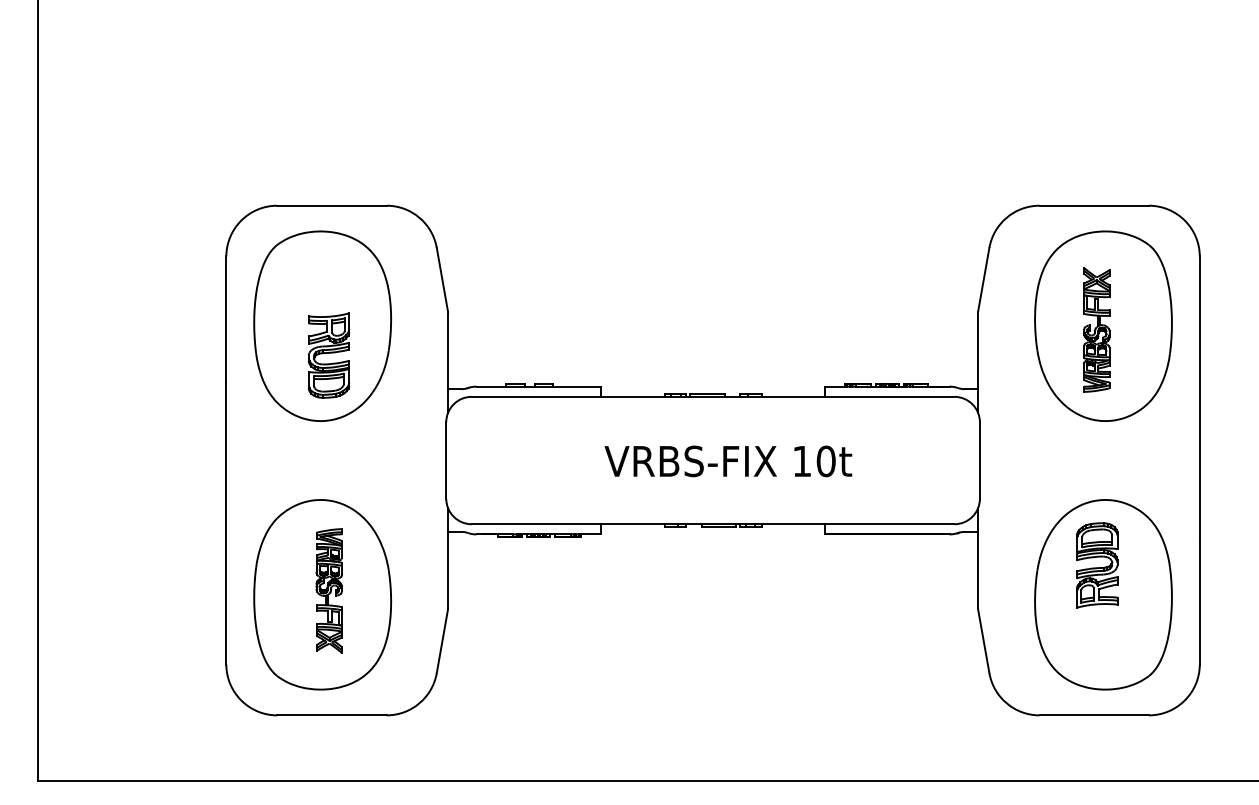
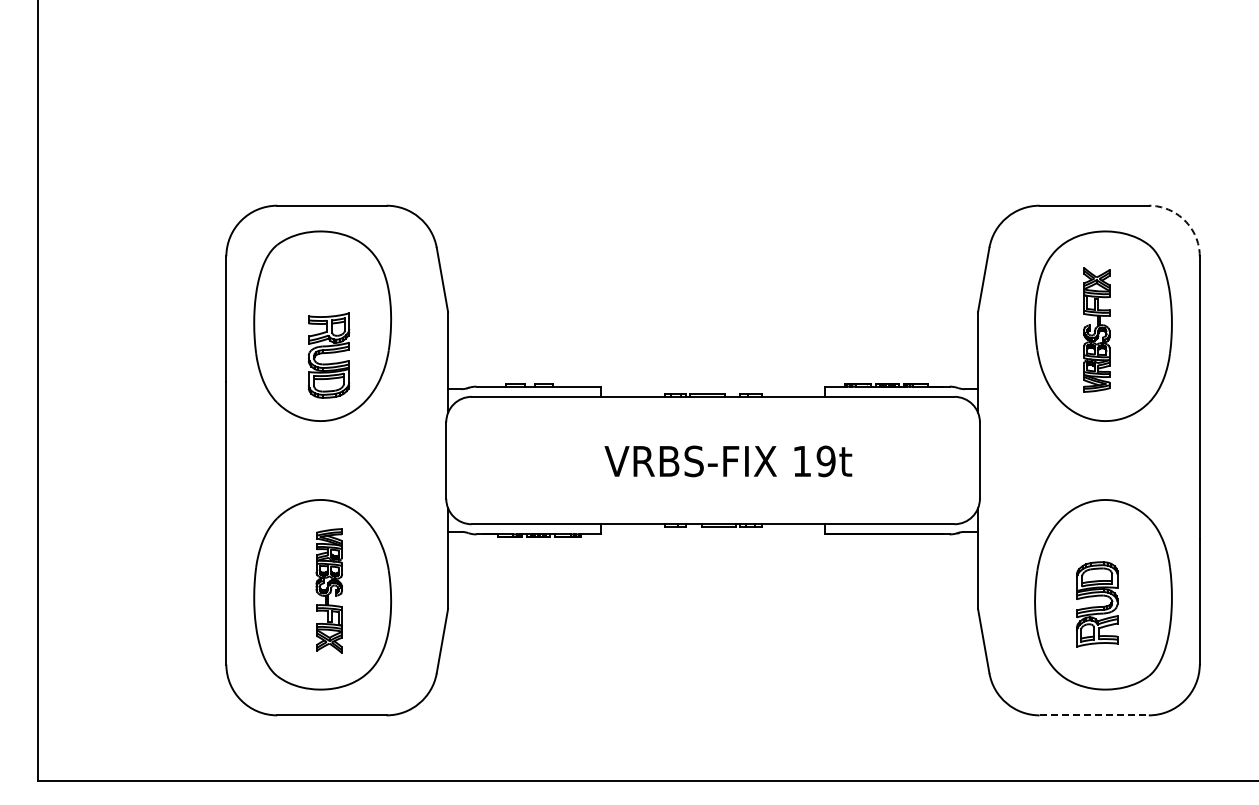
arc at (1184, 220): solid -> dashed
text at (825, 461): 10t -> 19t
part at (1097, 565) position: (1097, 565) -> (1097, 604)
line at (1094, 715): solid -> dashed
